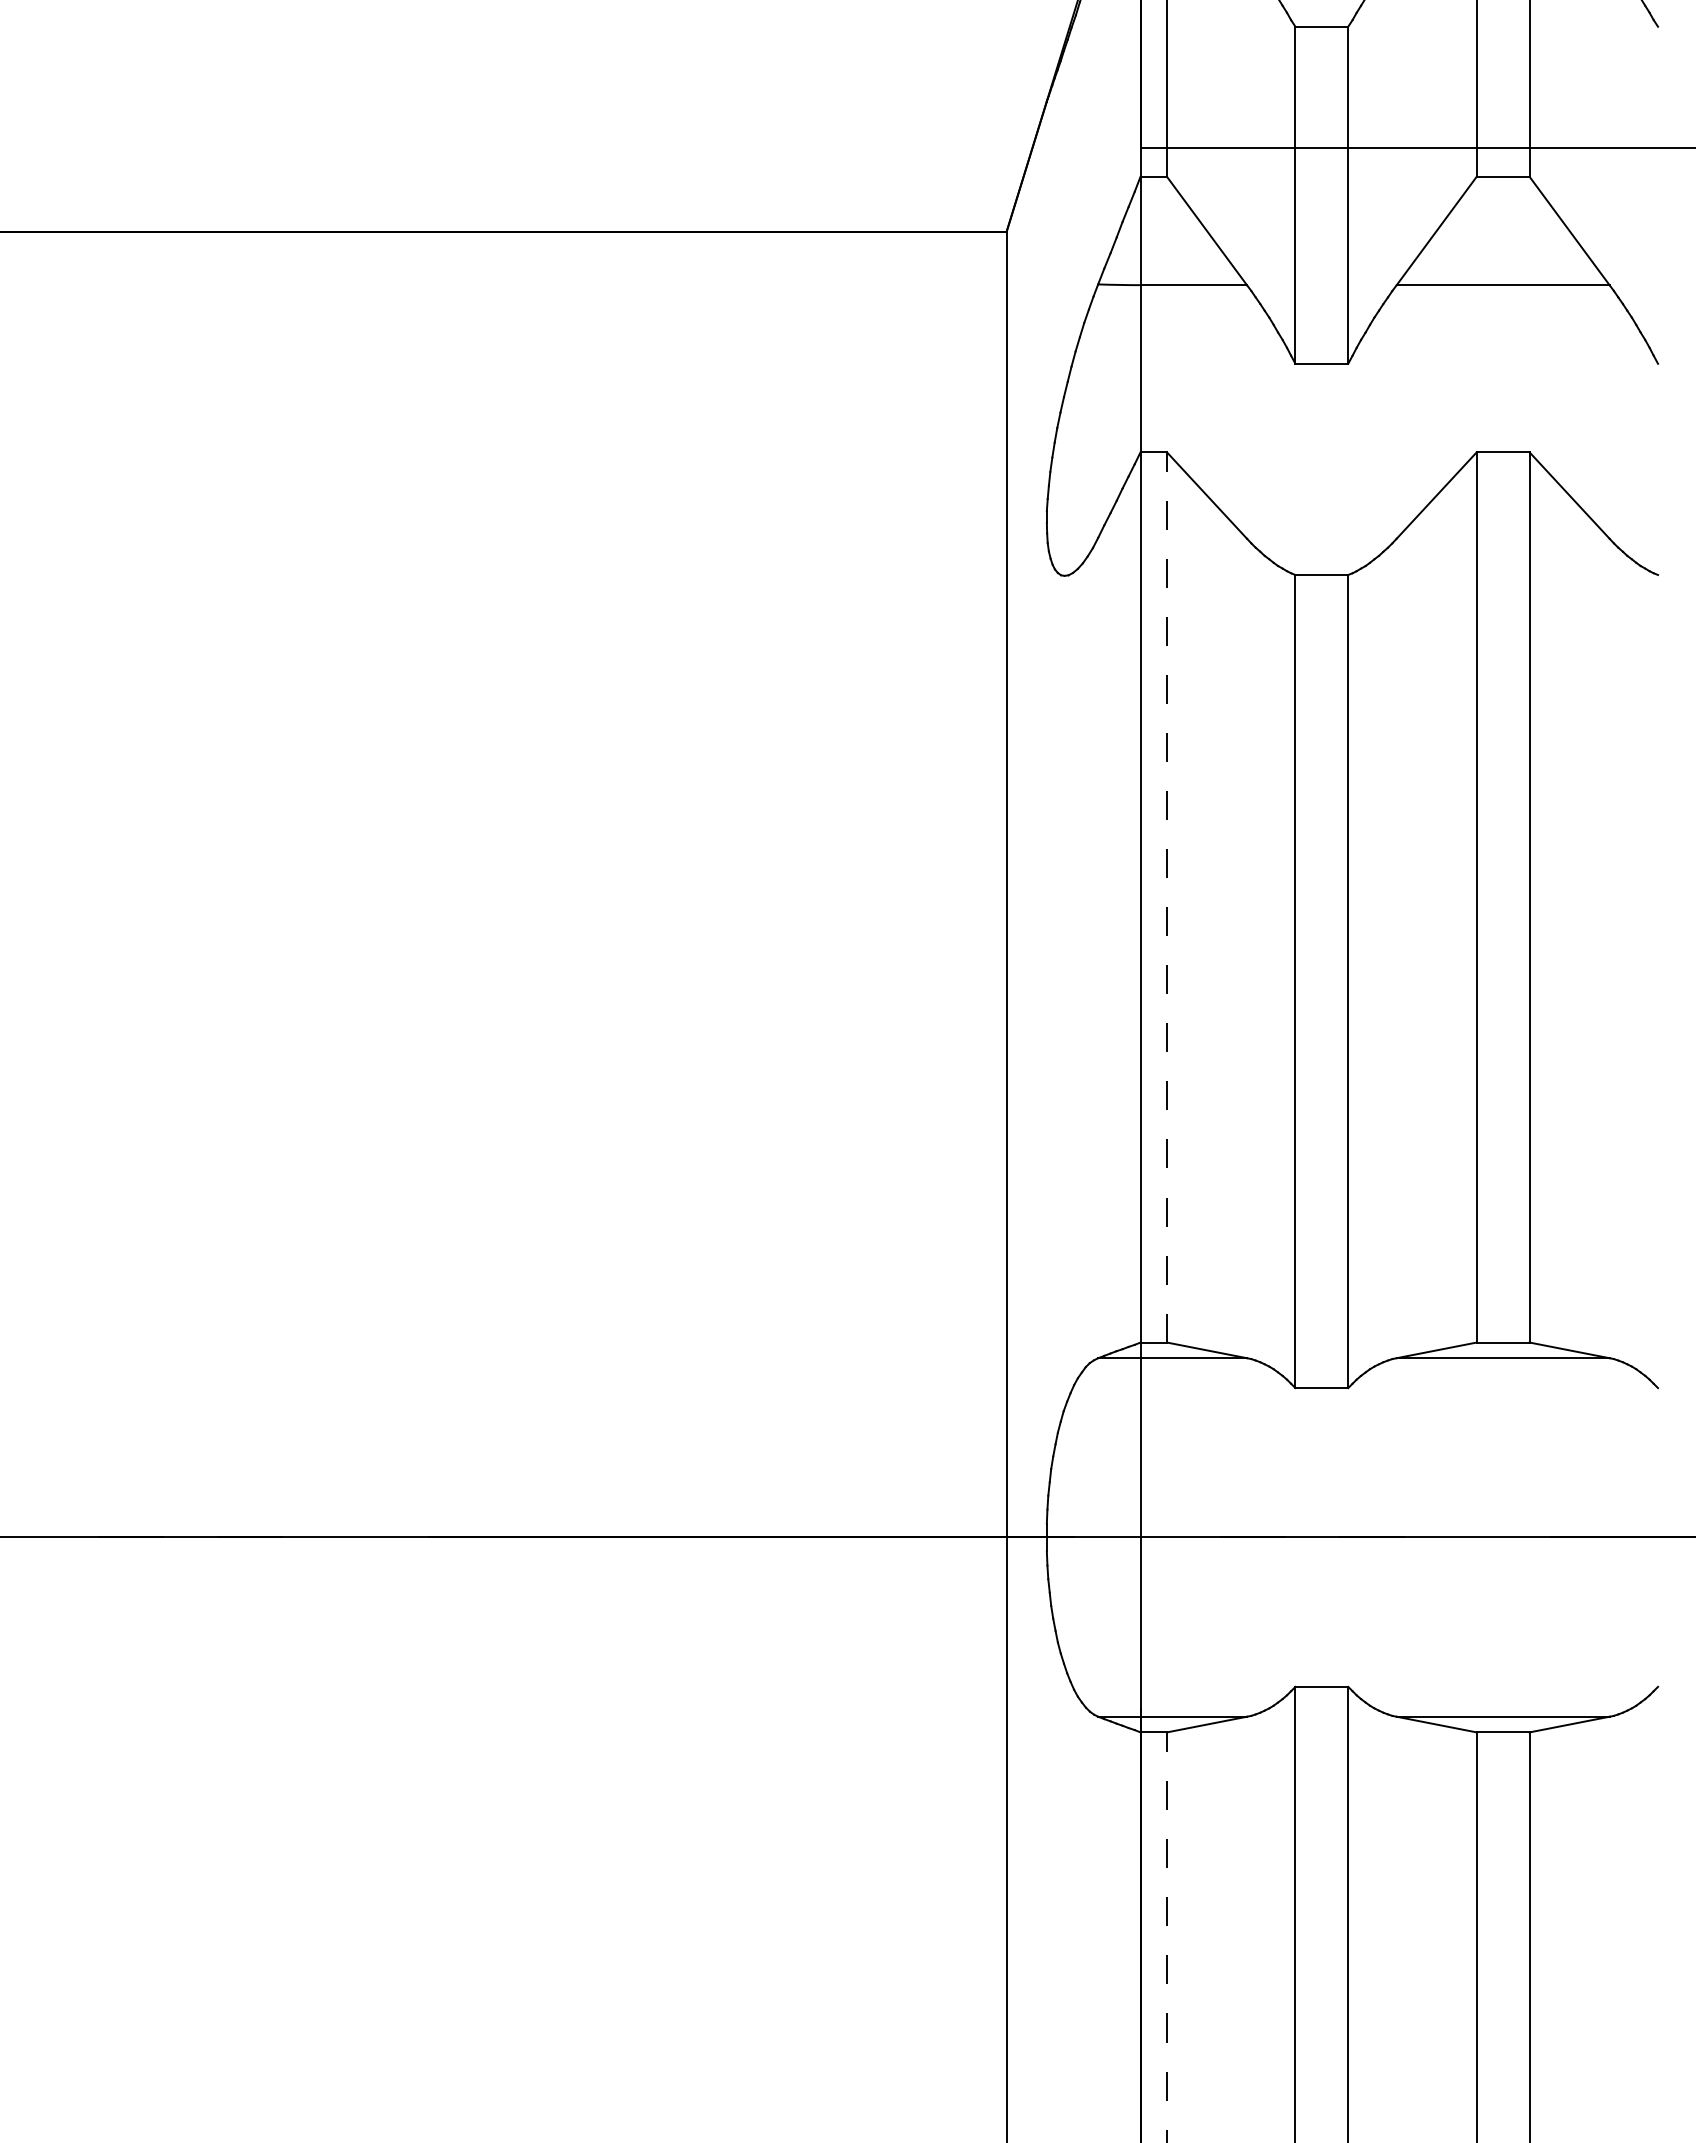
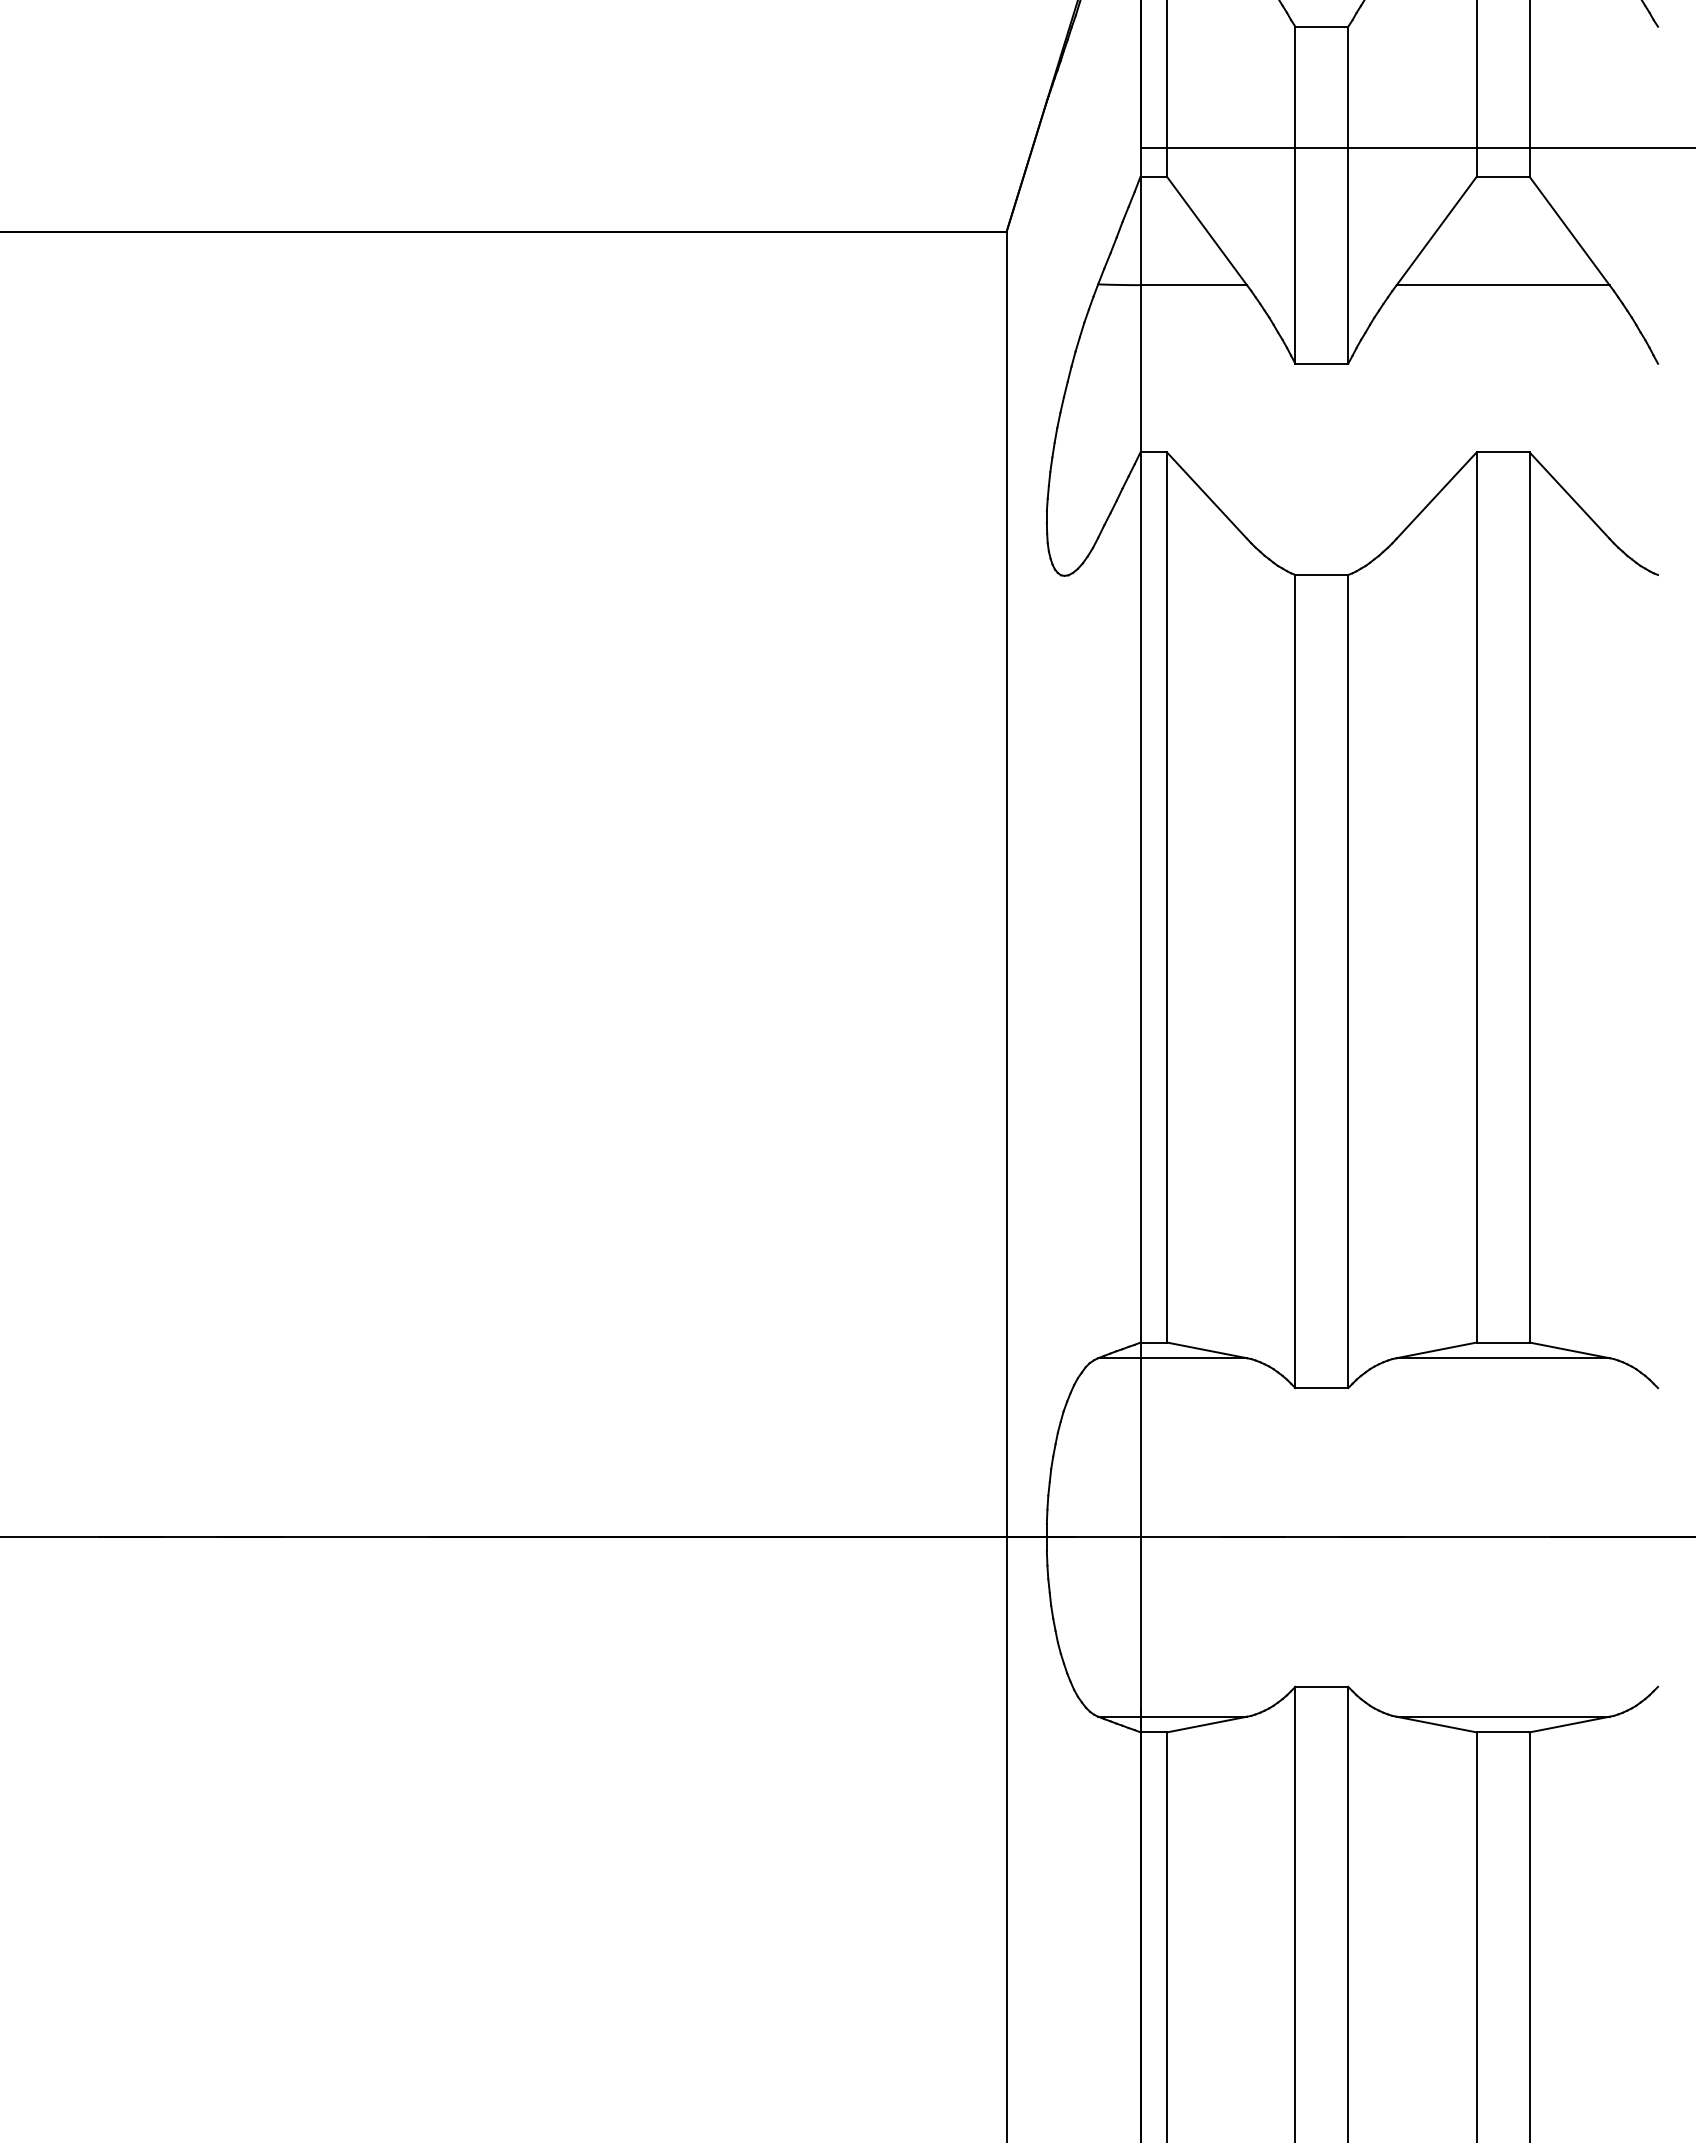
line at (1166, 896): dashed -> solid
line at (1166, 1937): dashed -> solid
